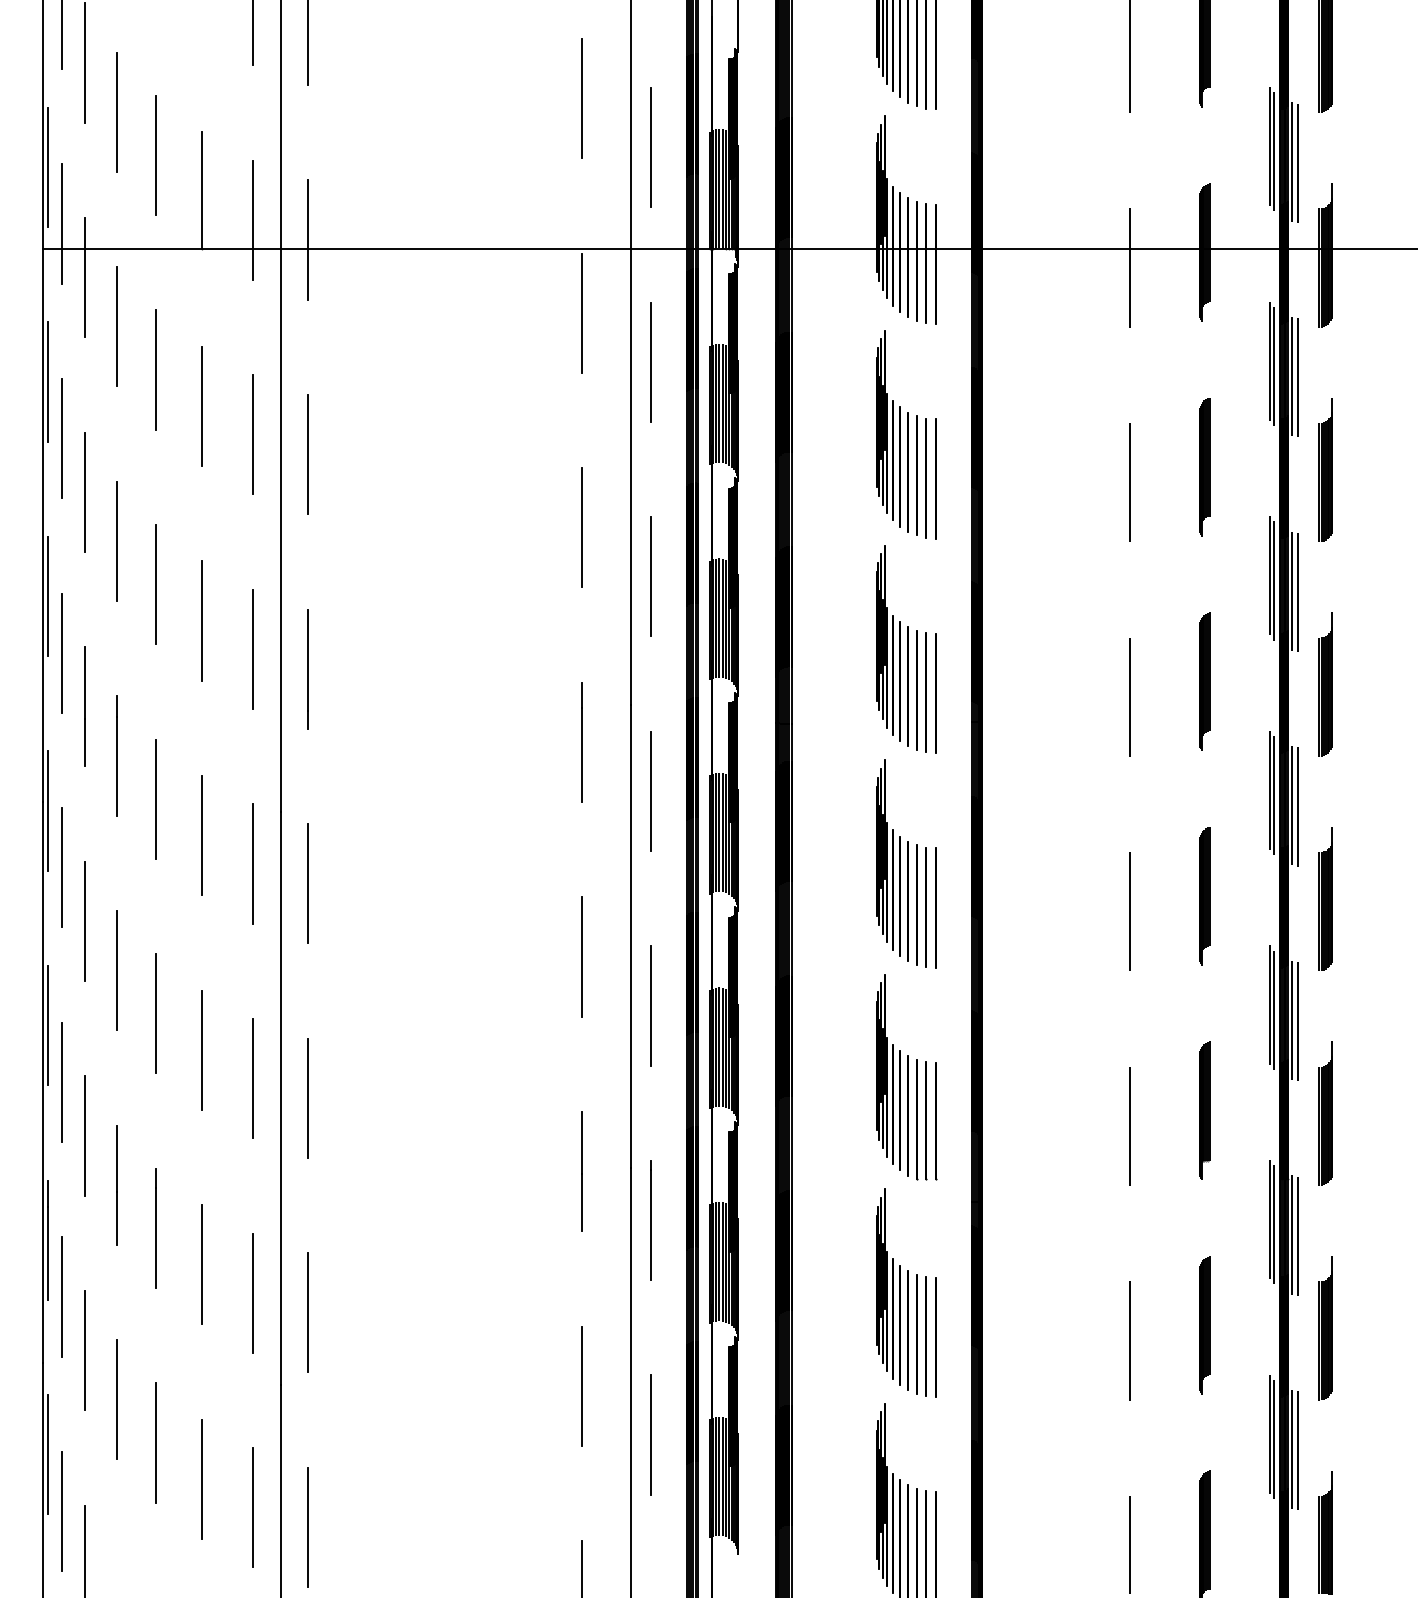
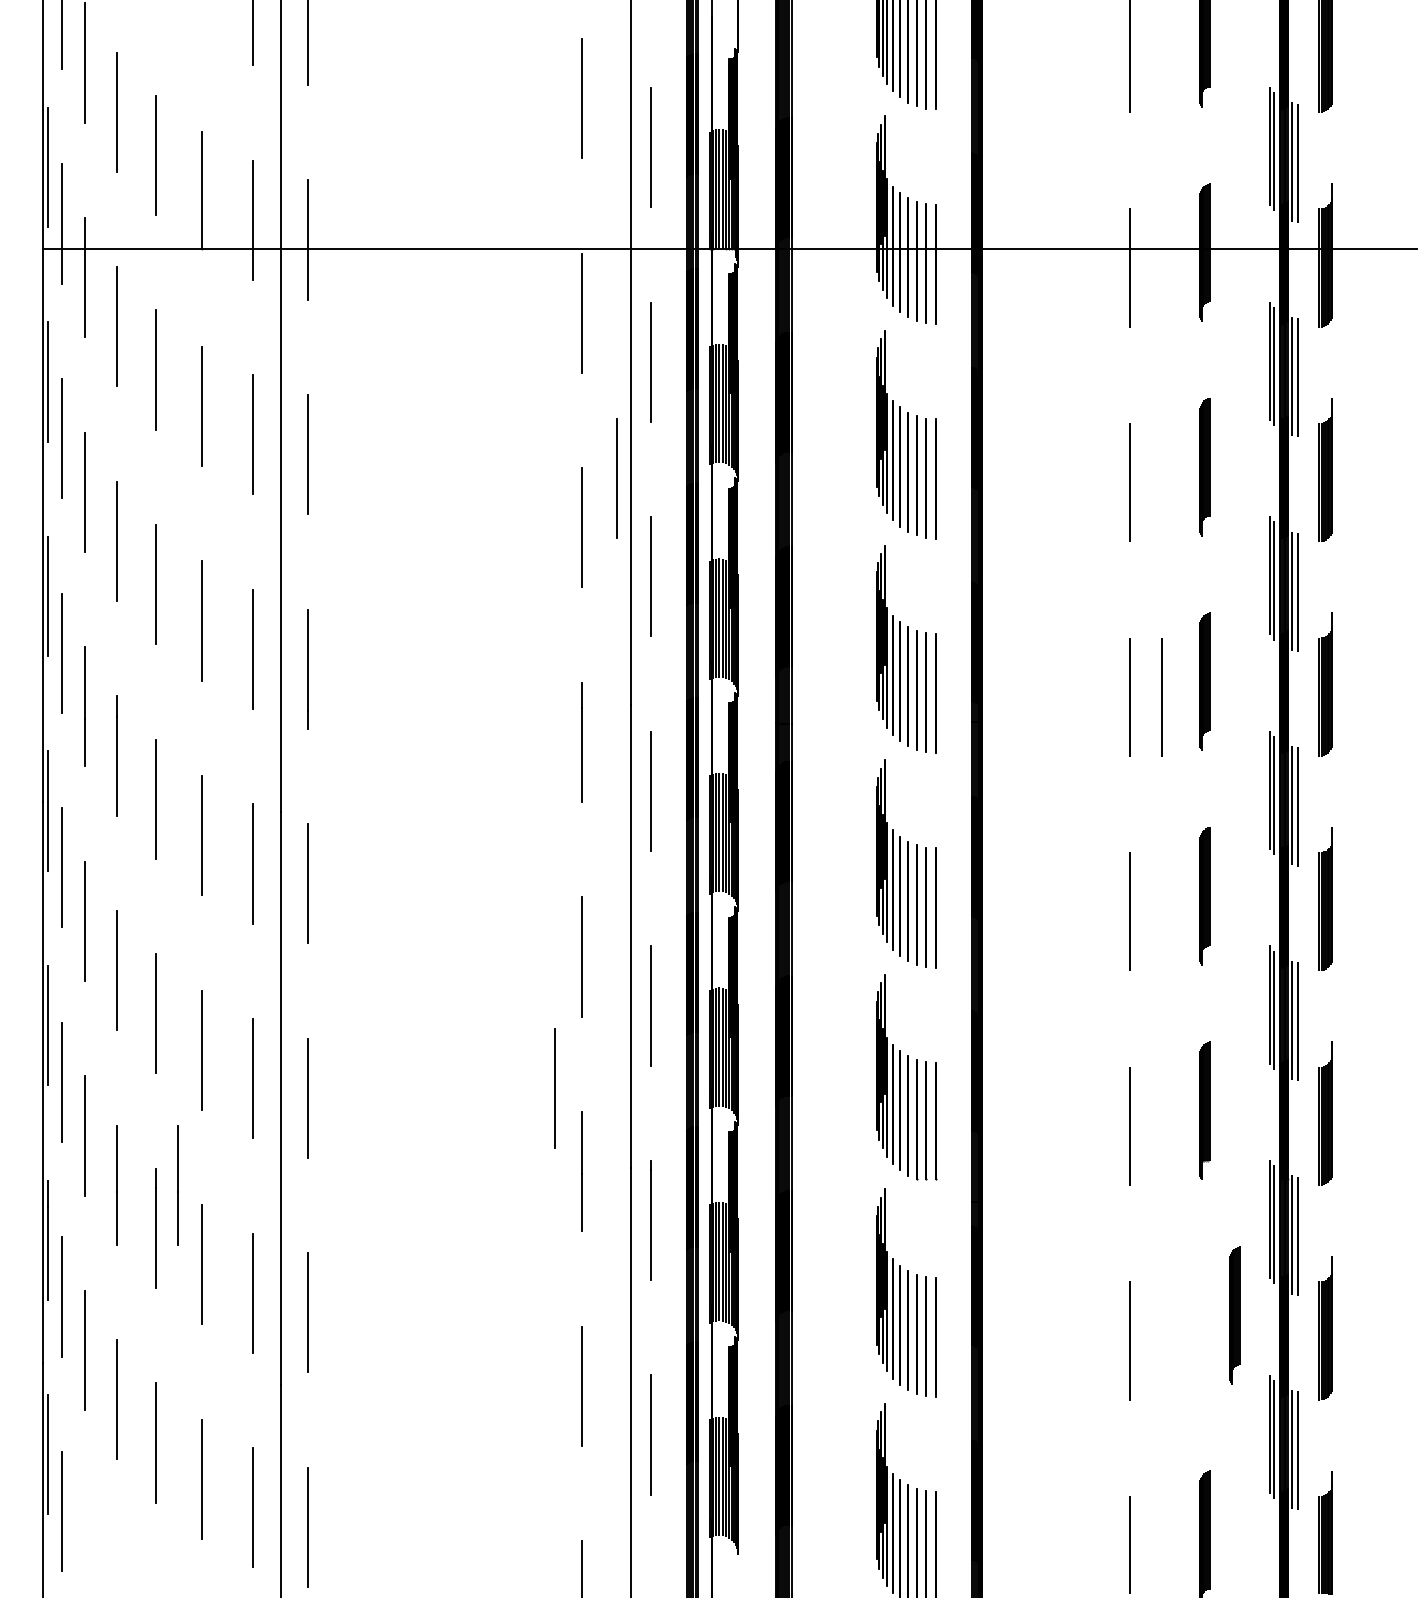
line at (616, 478): none -> present
line at (1161, 697): none -> present
line at (554, 1088): none -> present
line at (177, 1185): none -> present
part at (1204, 1325) position: (1204, 1325) -> (1234, 1315)
line at (84, 1549): present -> none
